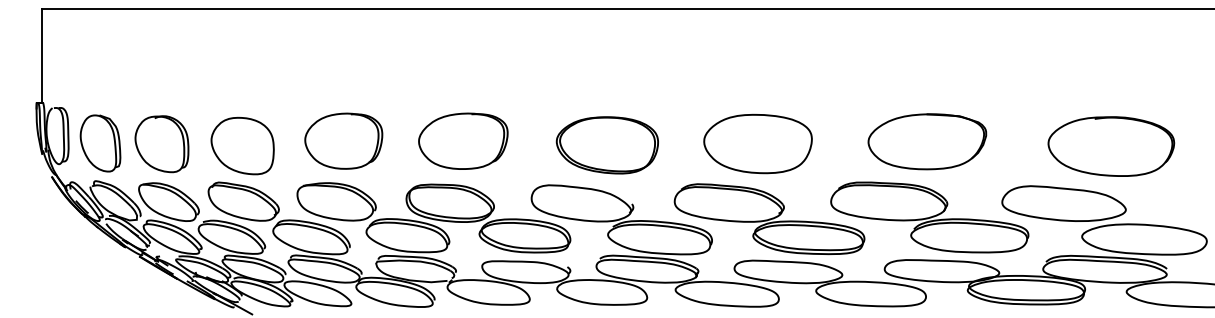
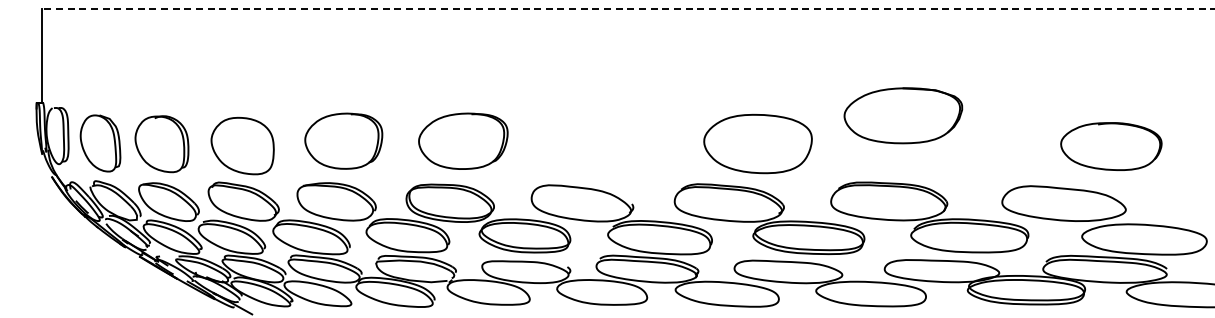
line at (627, 9): solid -> dashed
part at (927, 141) position: (927, 141) -> (903, 115)
part at (606, 145): present -> none
part at (1111, 146) size: 129x61 px -> 103x49 px
